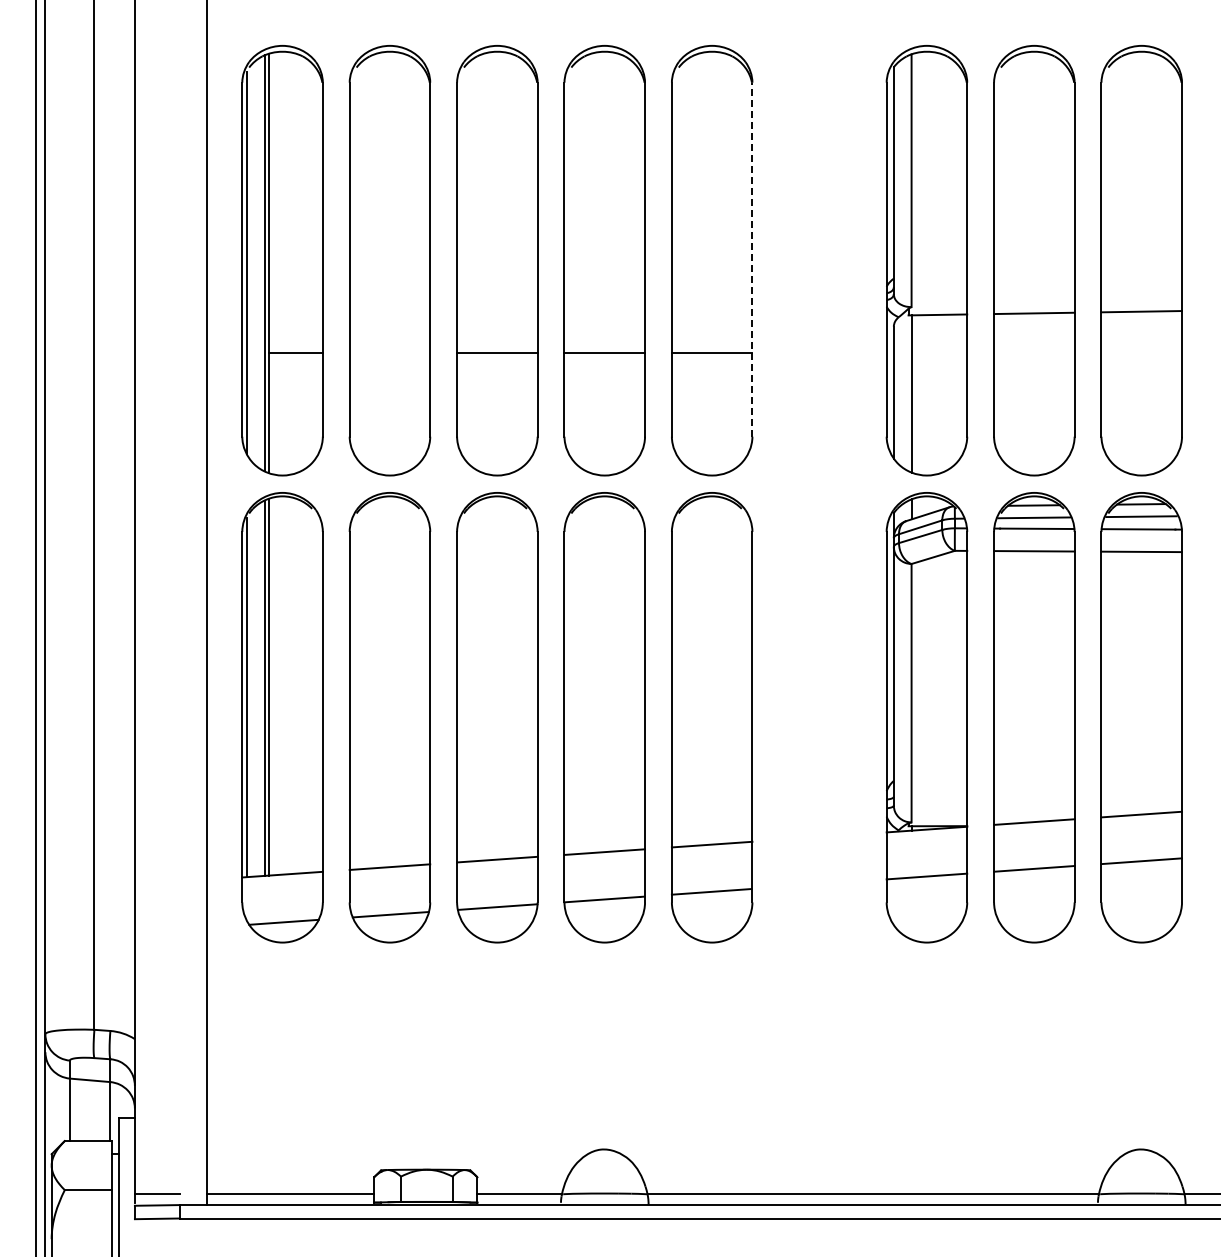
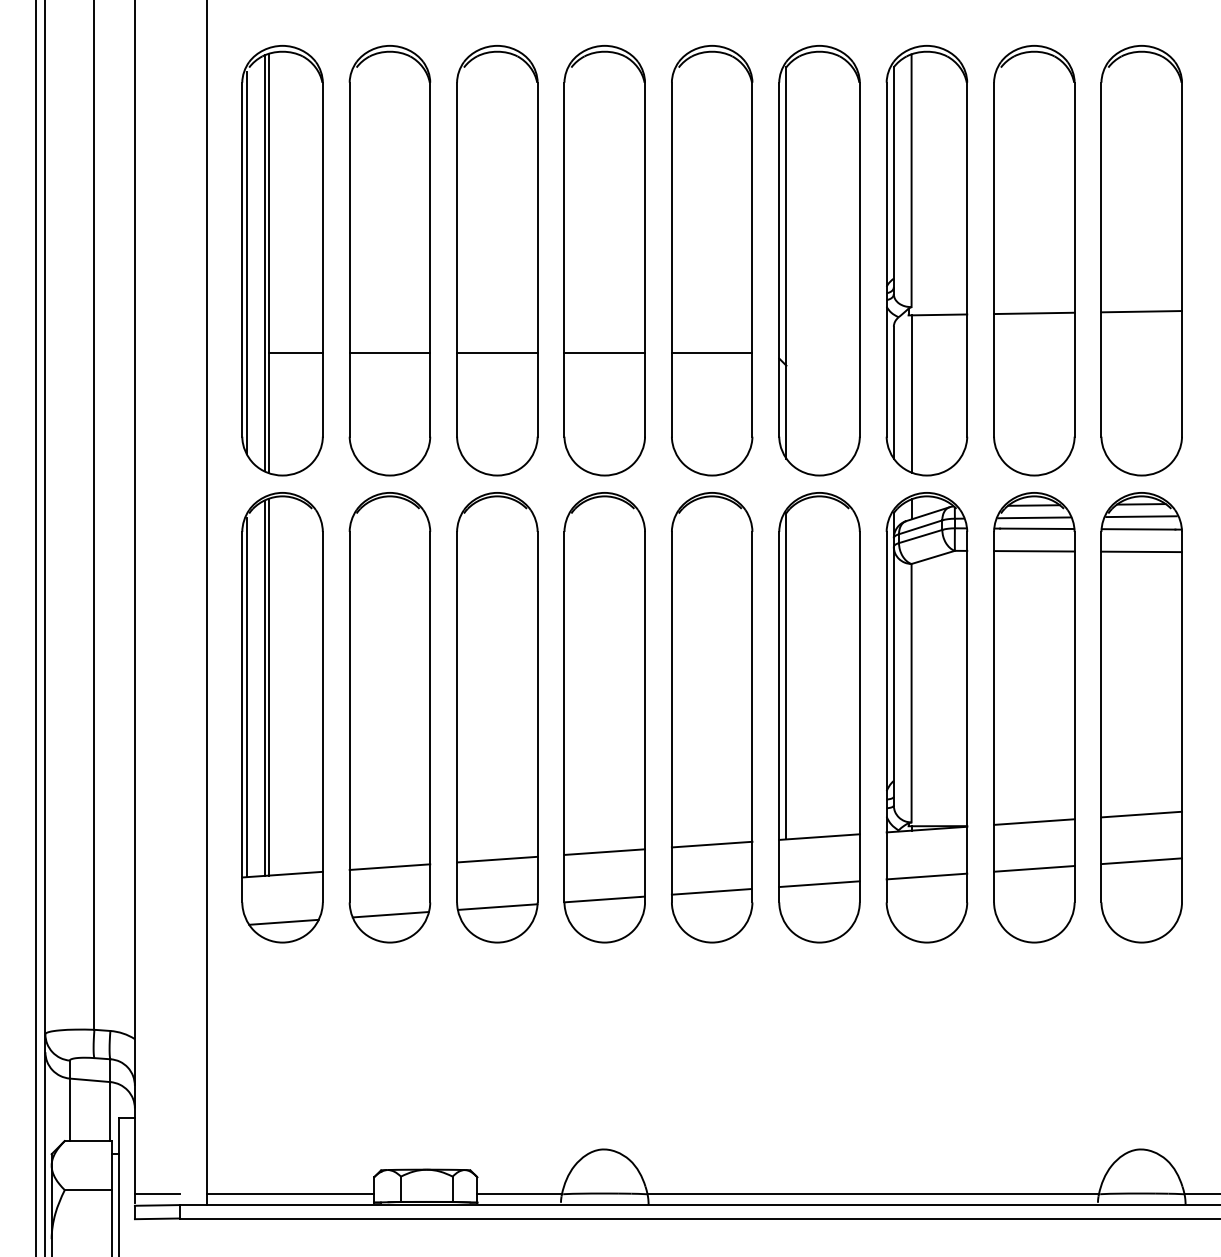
line at (752, 259): dashed -> solid
part at (819, 260): none -> present
line at (389, 353): none -> present
part at (819, 717): none -> present
